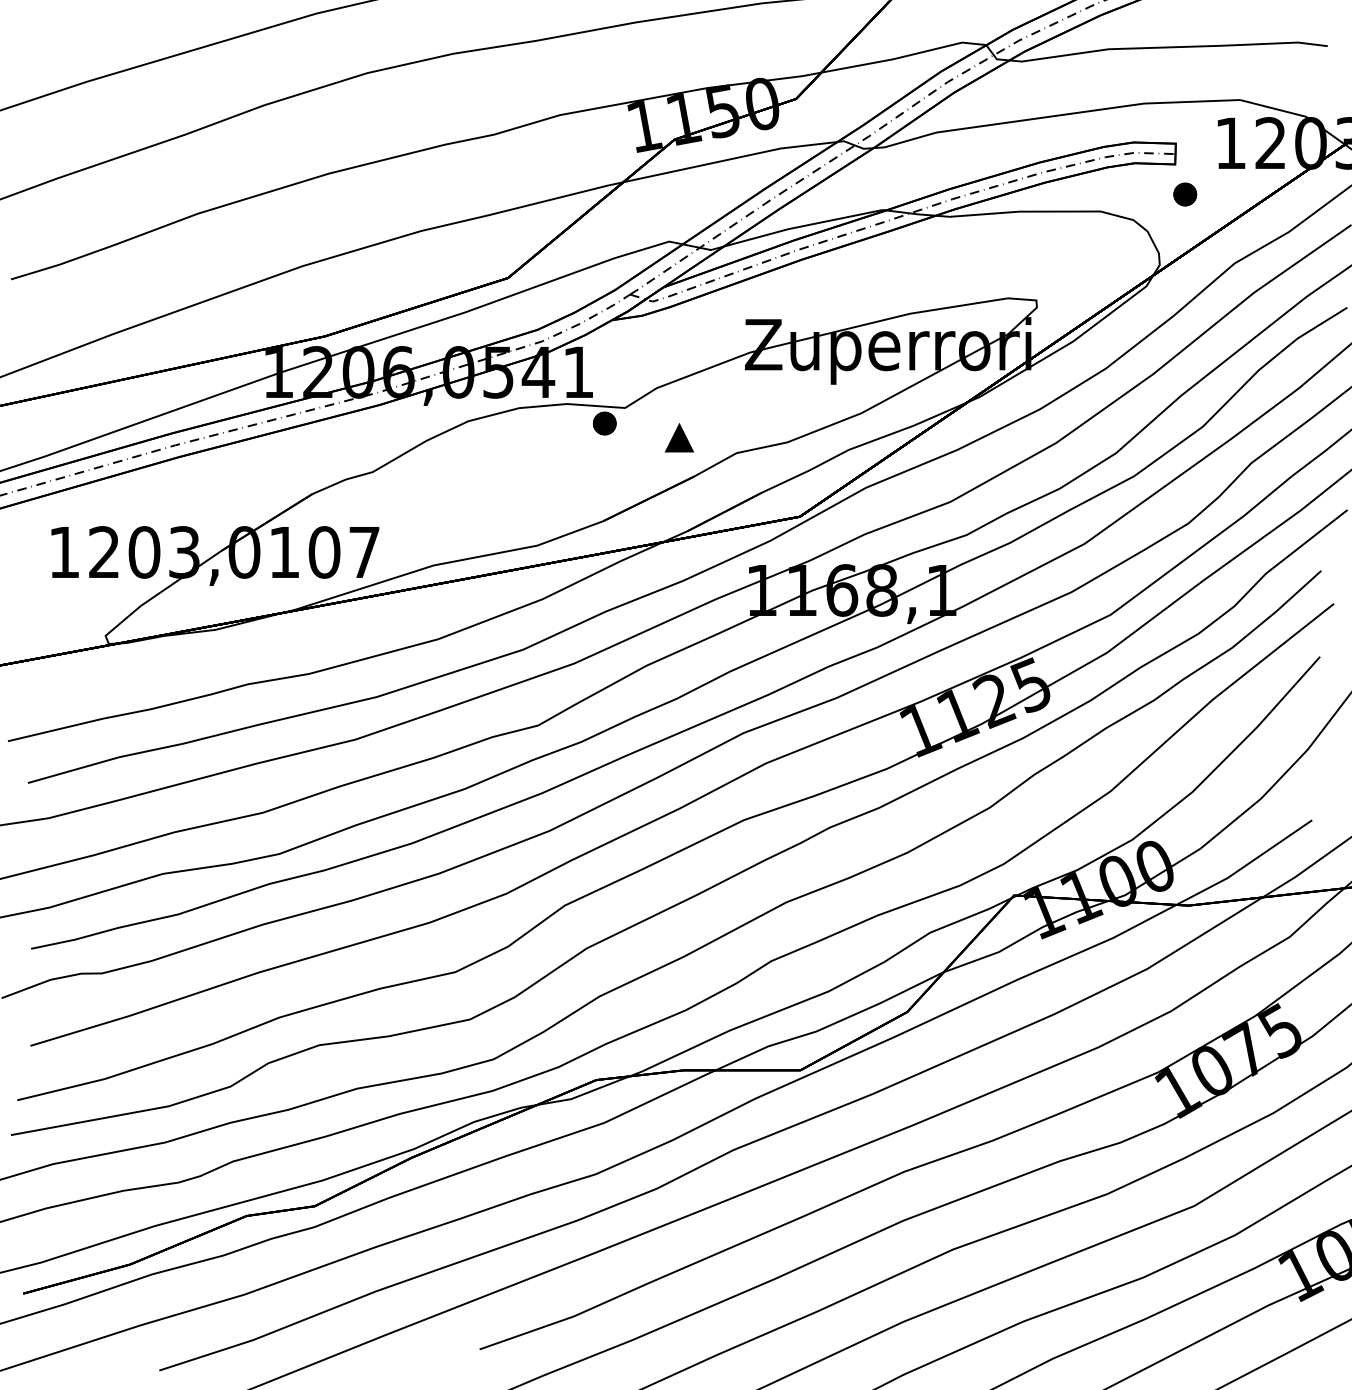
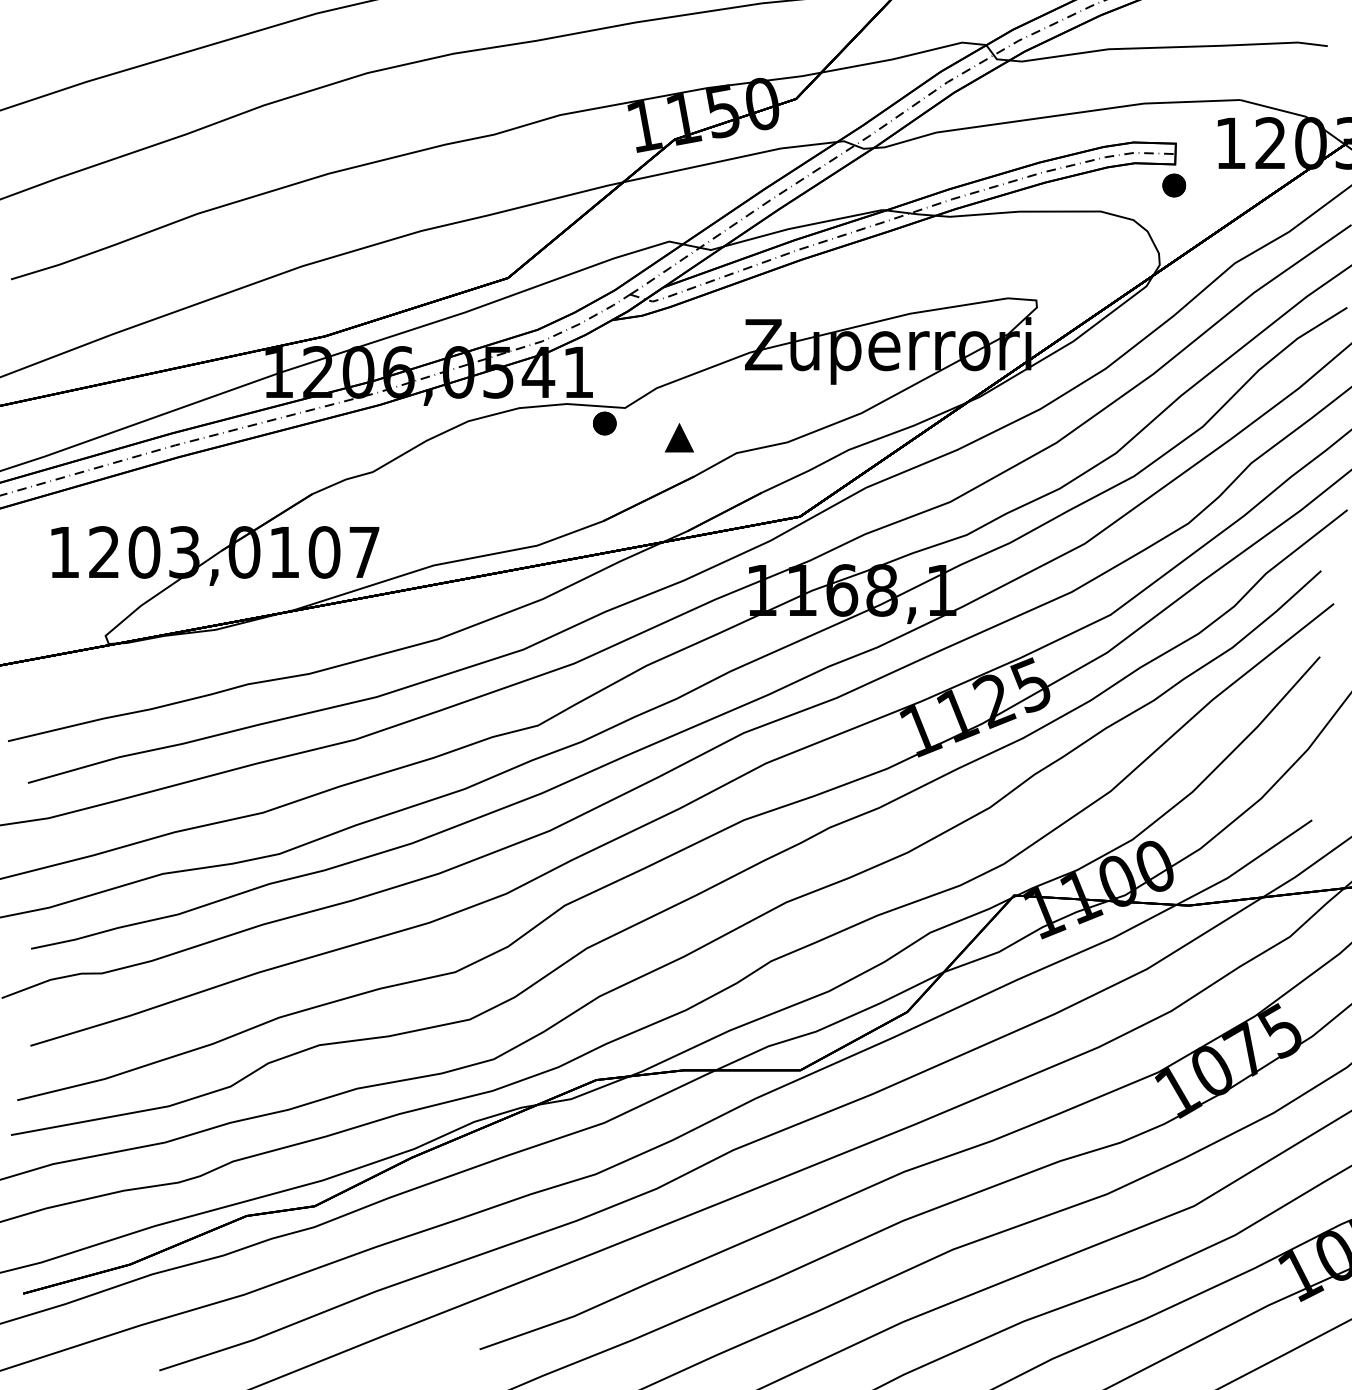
part at (1185, 194) position: (1185, 194) -> (1174, 185)
